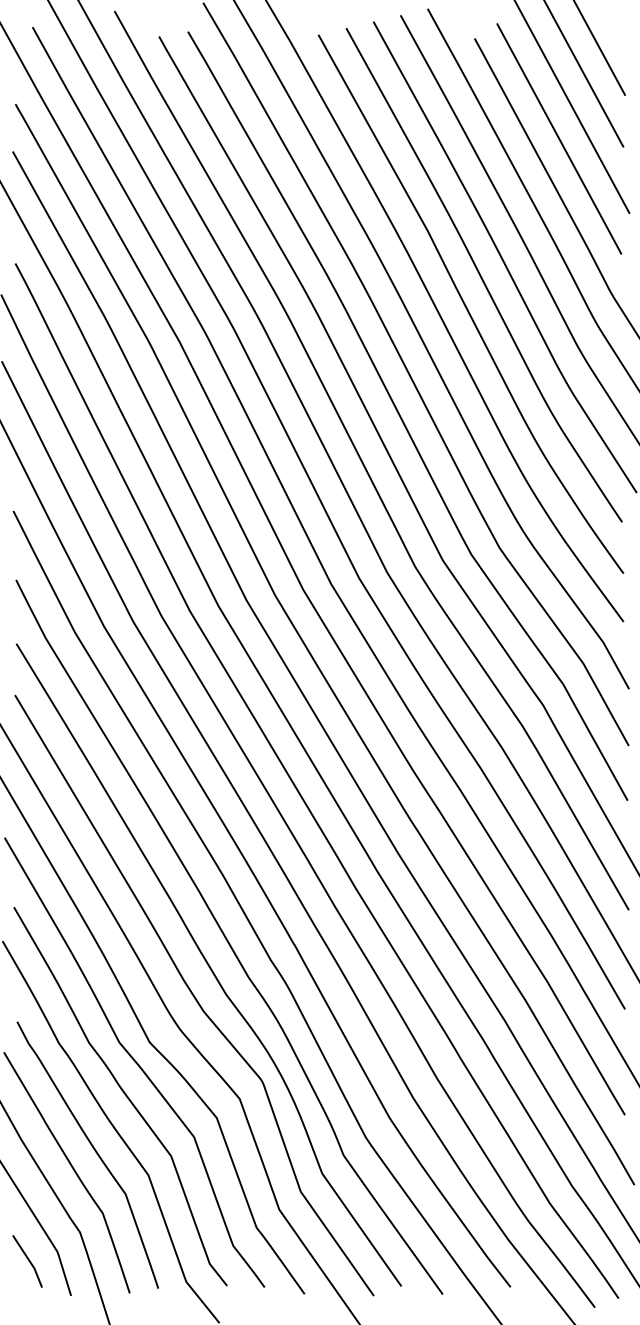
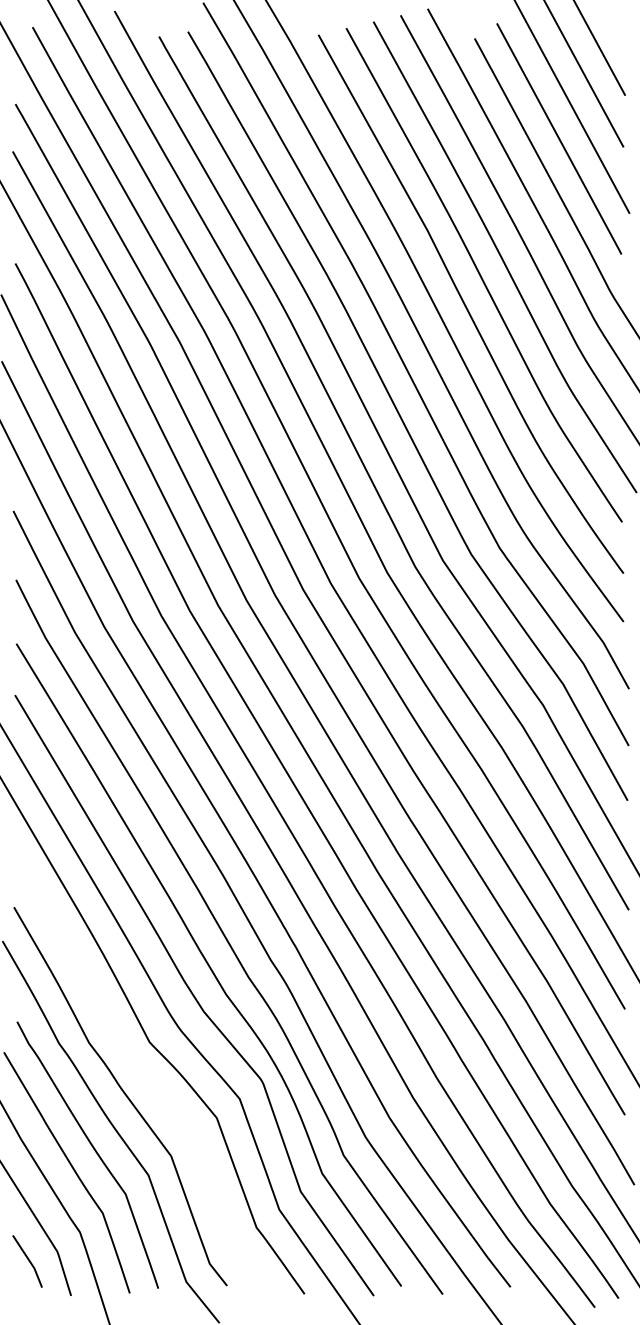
curve at (134, 1062): present -> none
